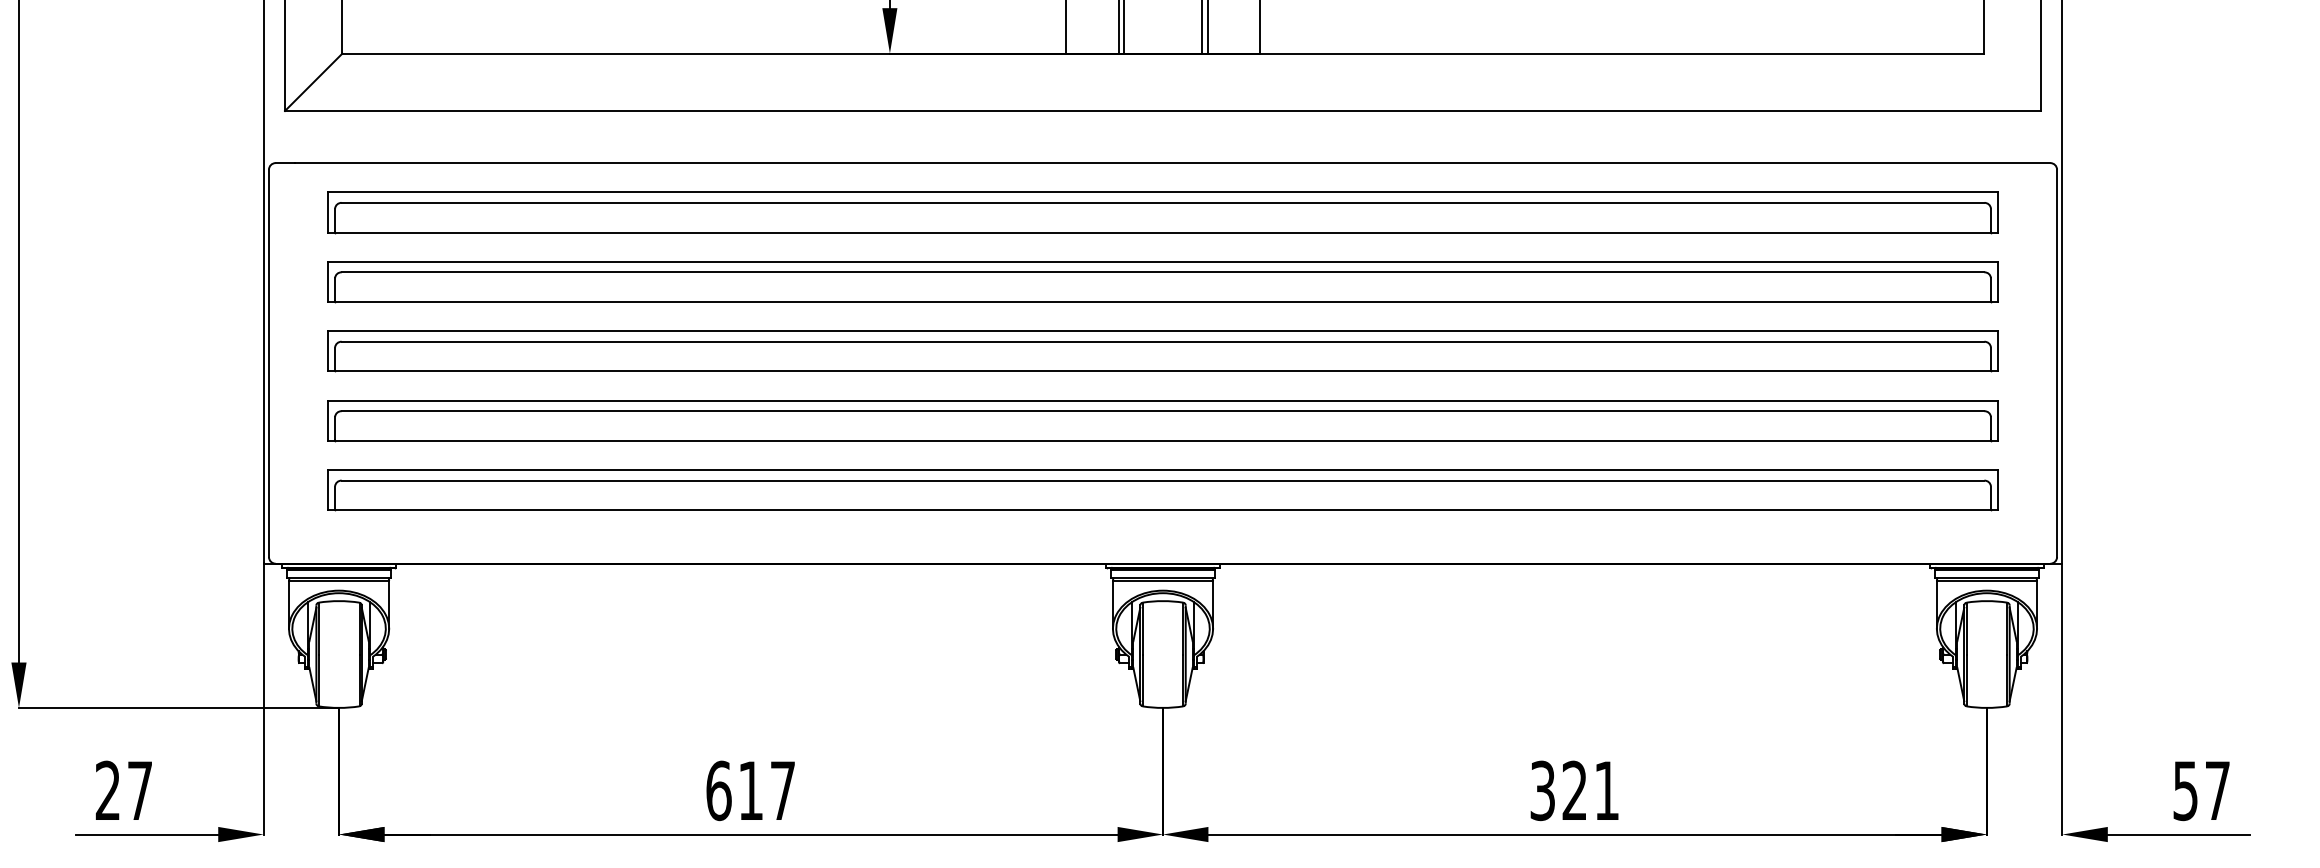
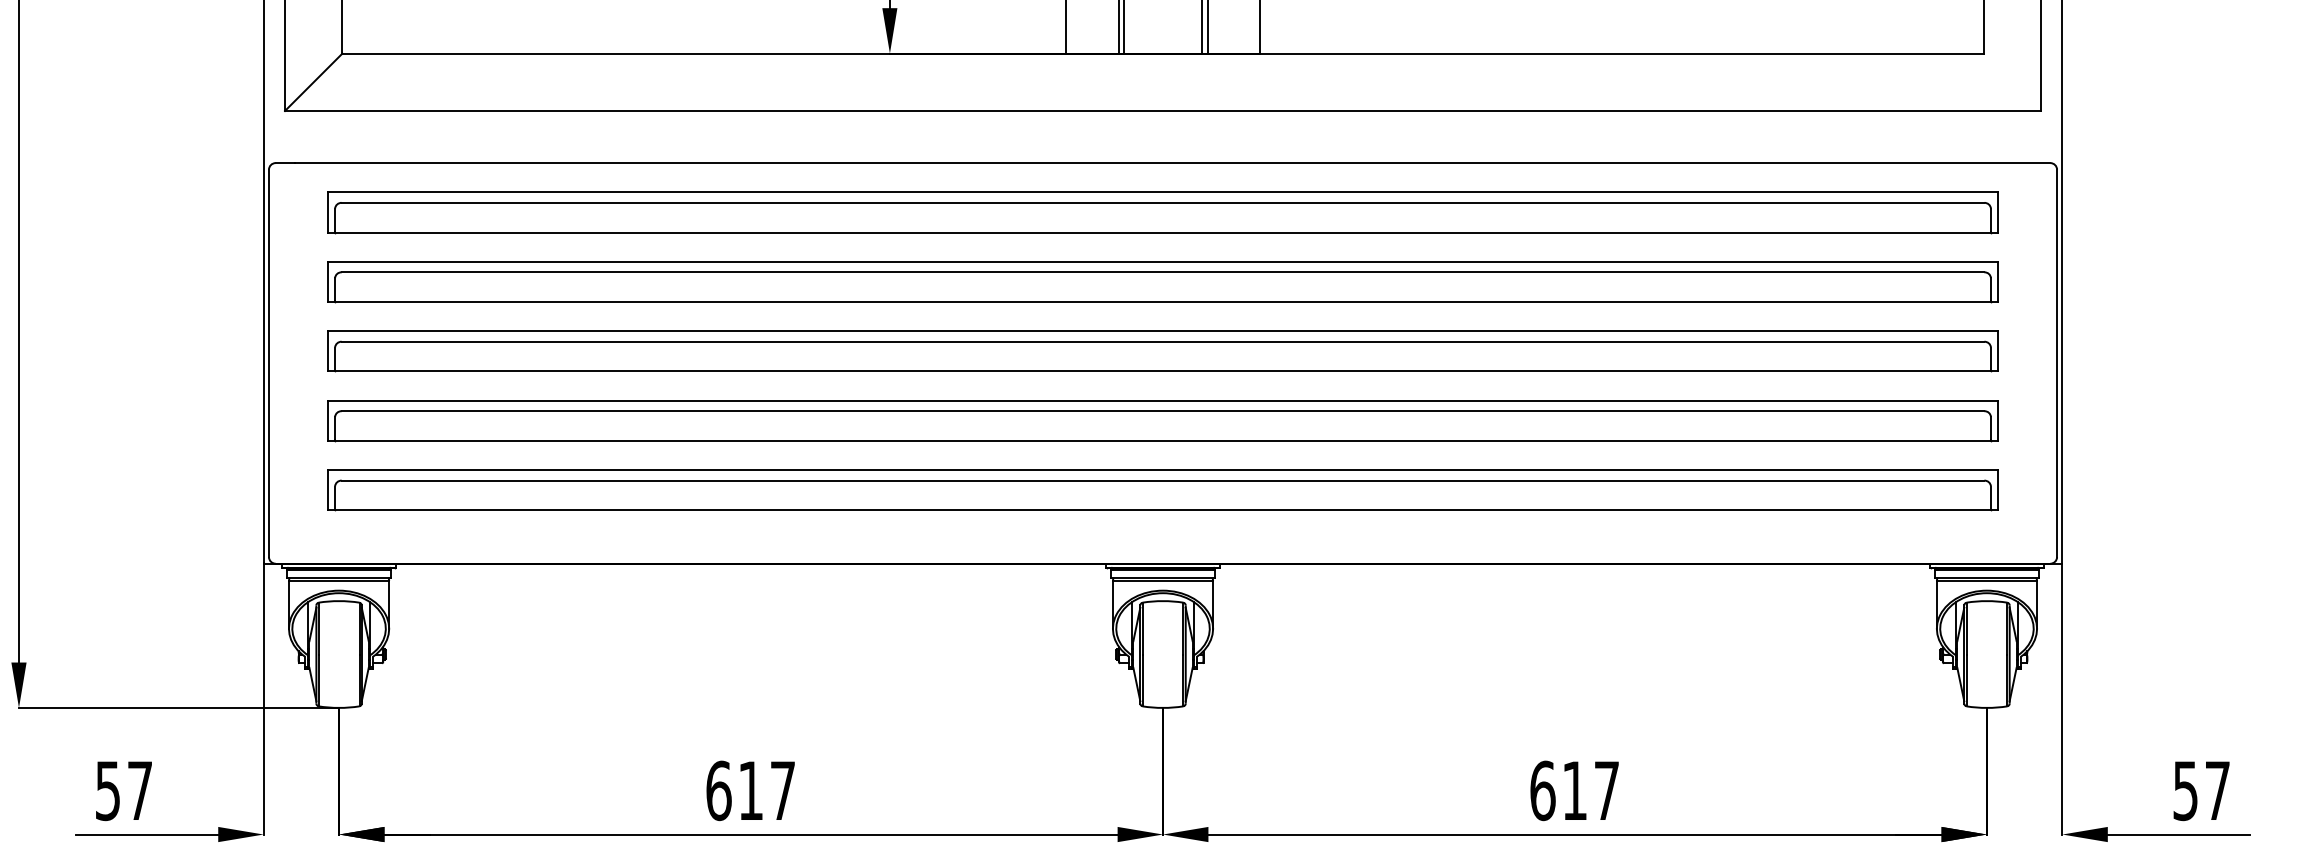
text at (107, 790): 27 -> 57
text at (1574, 790): 321 -> 617
